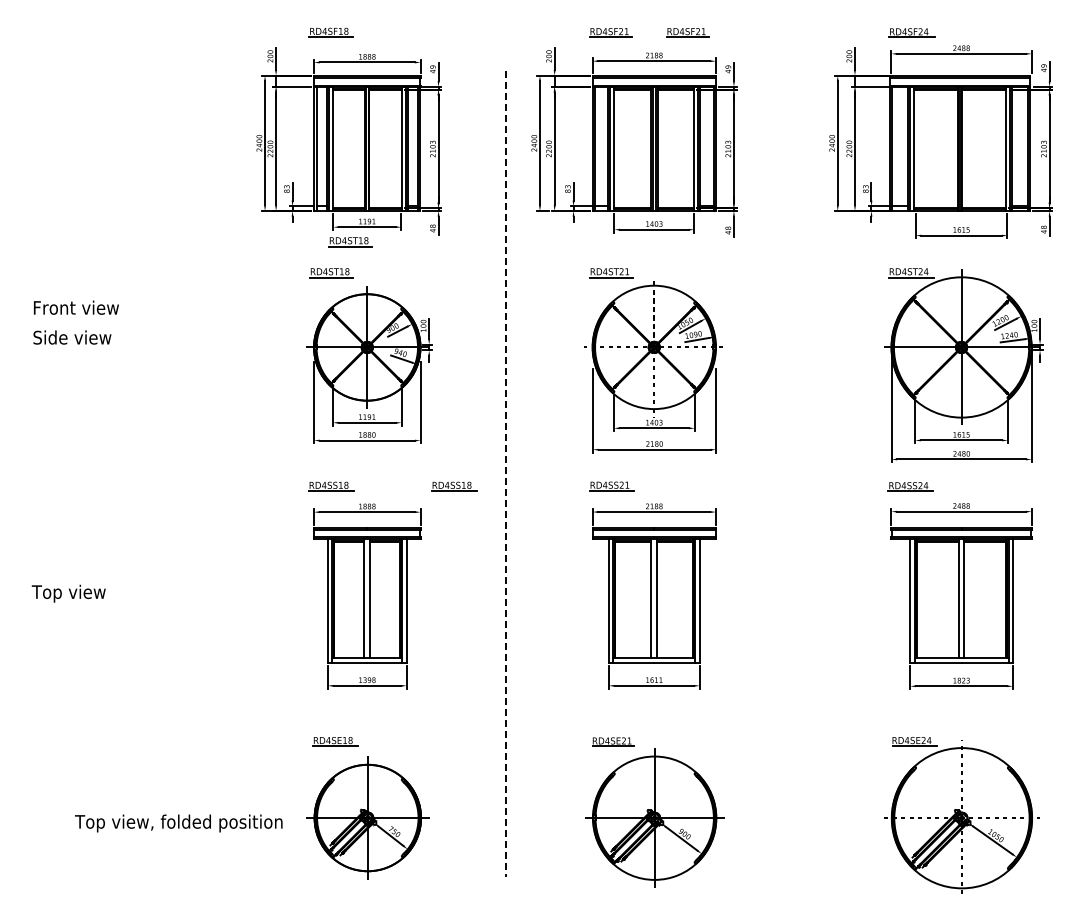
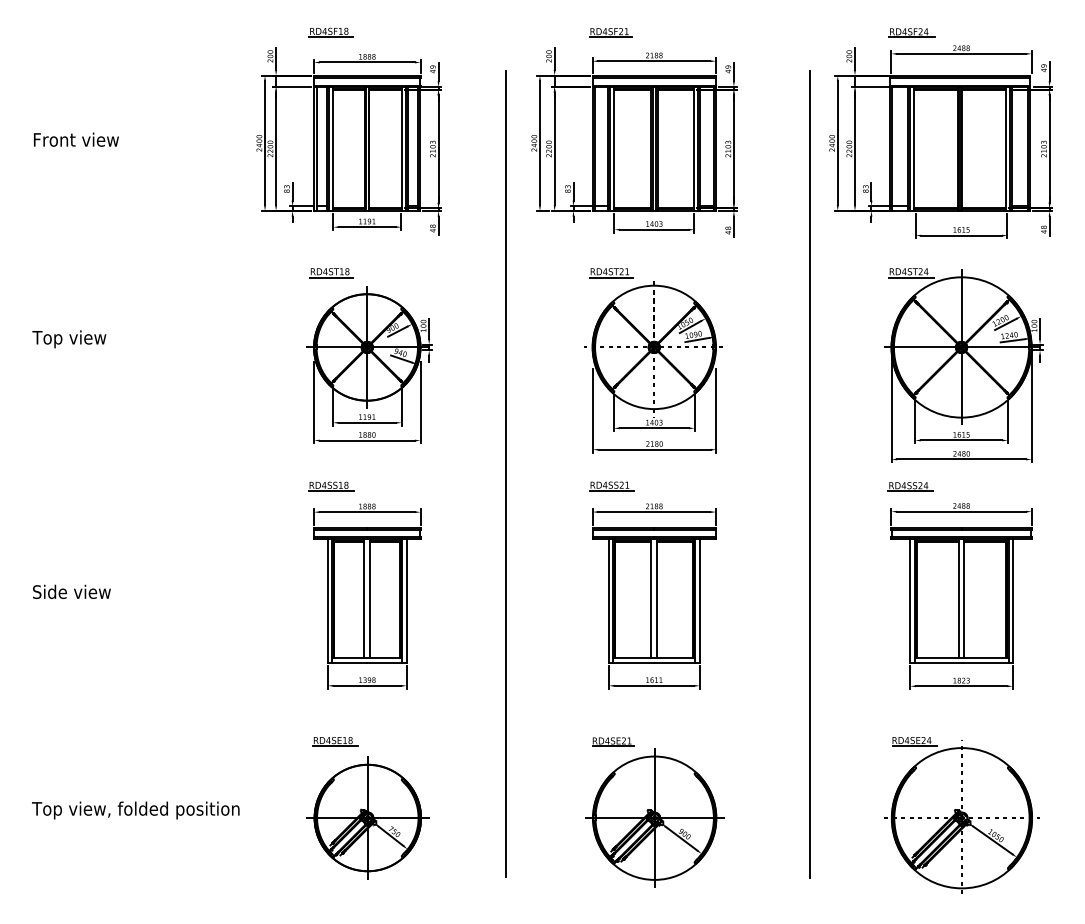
part at (687, 32): present -> none
part at (350, 242): present -> none
text at (76, 307) position: (76, 307) -> (76, 139)
text at (71, 339): Side view -> Top view
line at (506, 473): dashed -> solid
line at (810, 474): none -> present
part at (454, 486): present -> none
text at (70, 593): Top view -> Side view
text at (178, 823) position: (178, 823) -> (135, 810)
